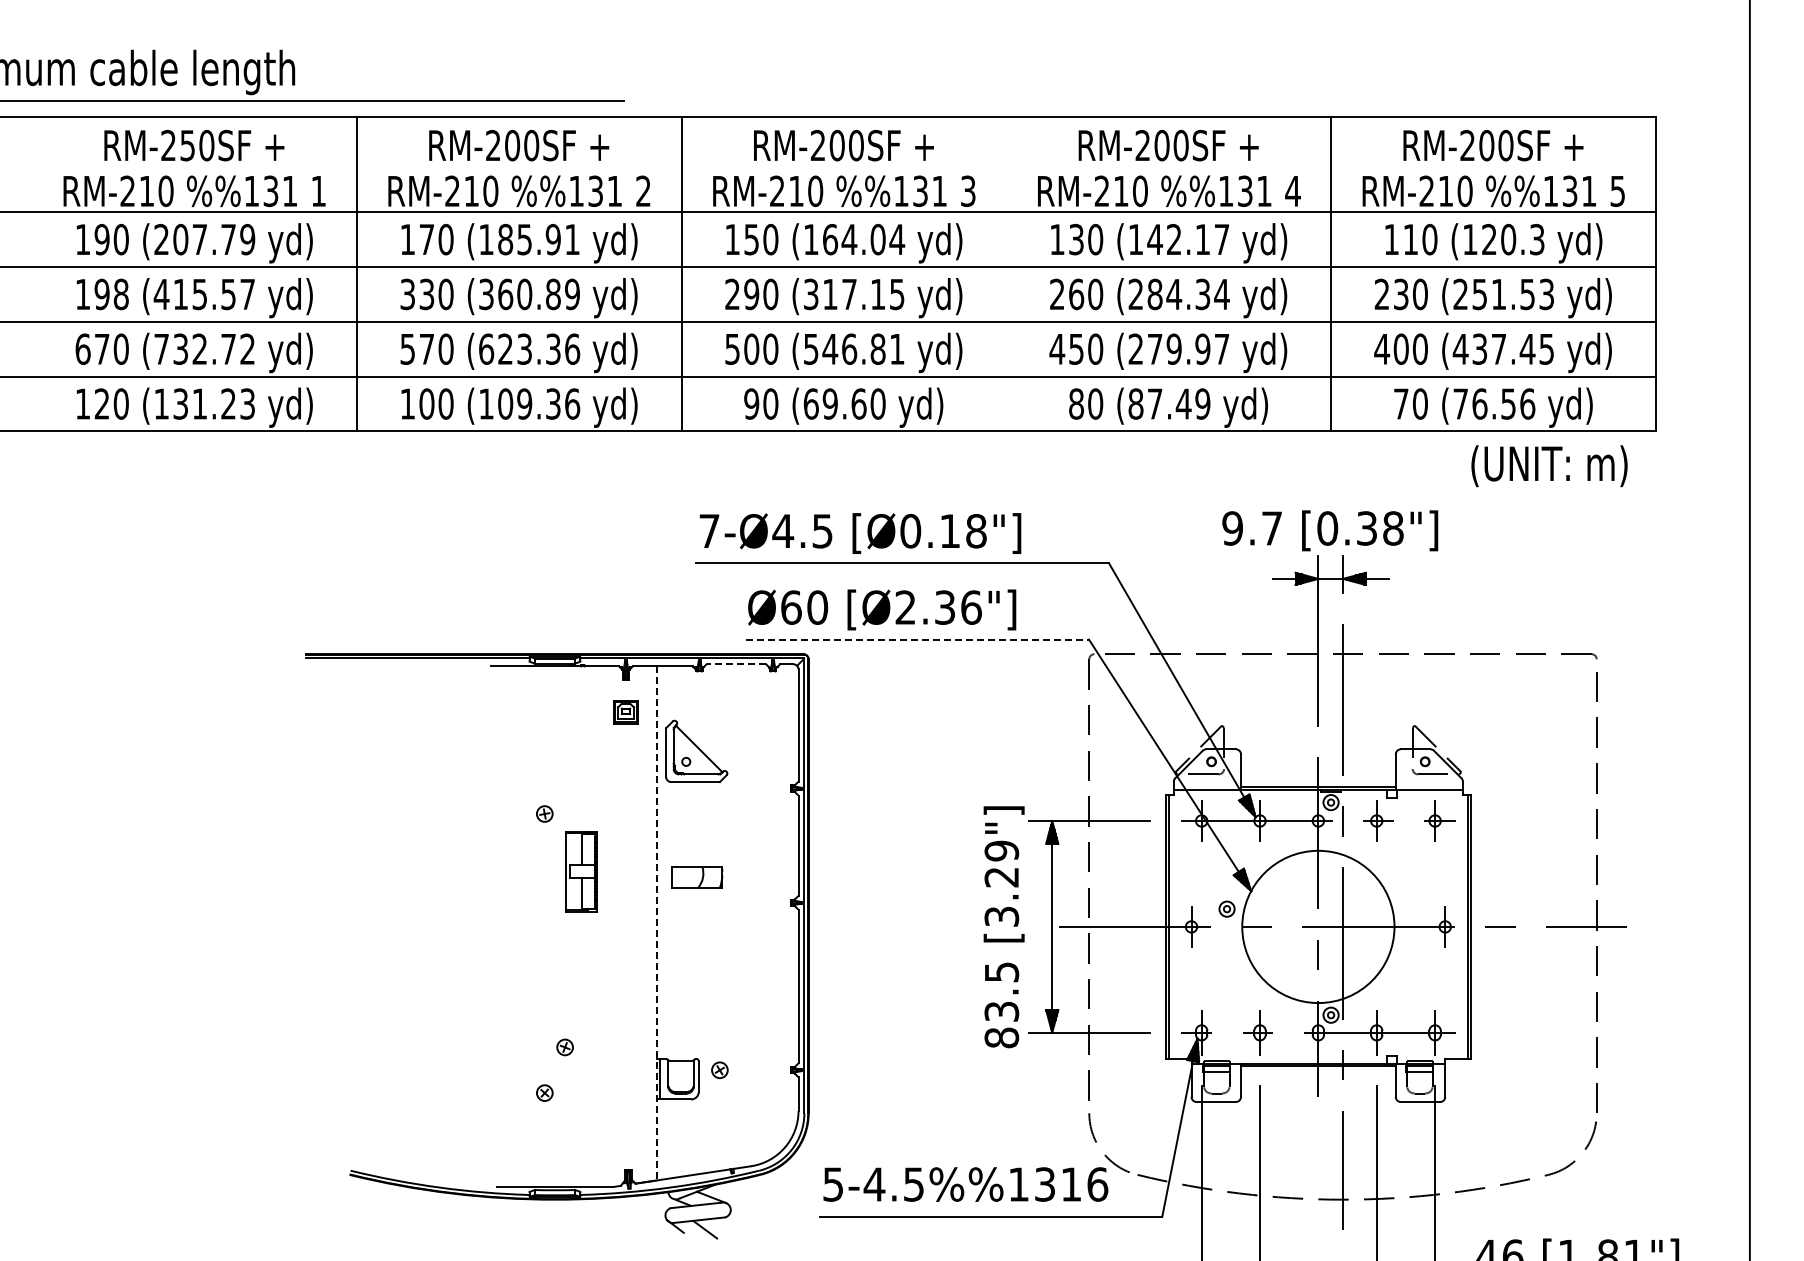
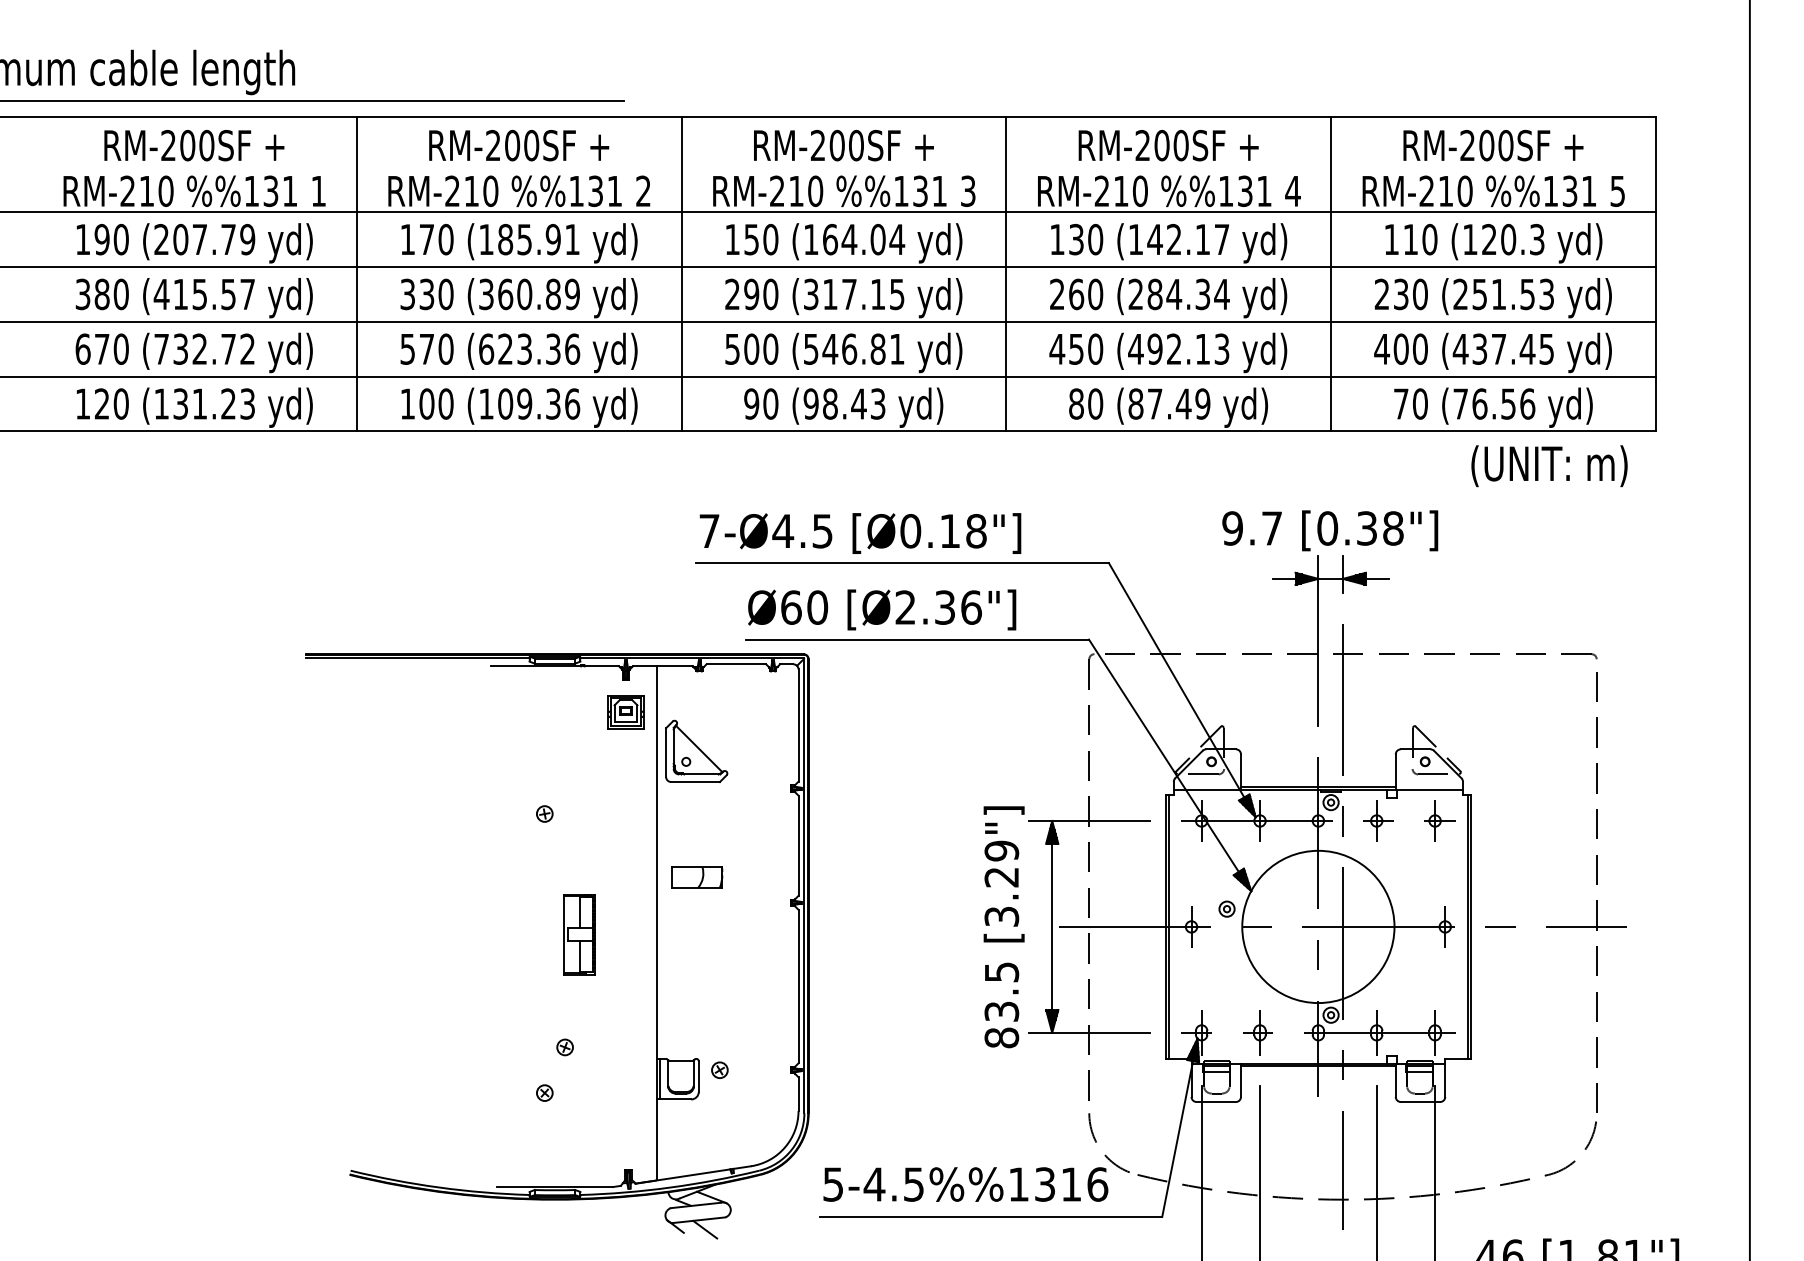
text at (187, 145): RM-250SF -> RM-200SF
line at (1006, 274): none -> present
text at (101, 294): 198 -> 380
text at (1178, 348): (279.97 -> (492.13
text at (844, 403): (69.60 -> (98.43
line at (917, 639): dashed -> solid
line at (736, 664): dashed -> solid
part at (625, 712) size: 26x25 px -> 38x35 px
part at (581, 871) position: (581, 871) -> (579, 934)
line at (656, 923): dashed -> solid
